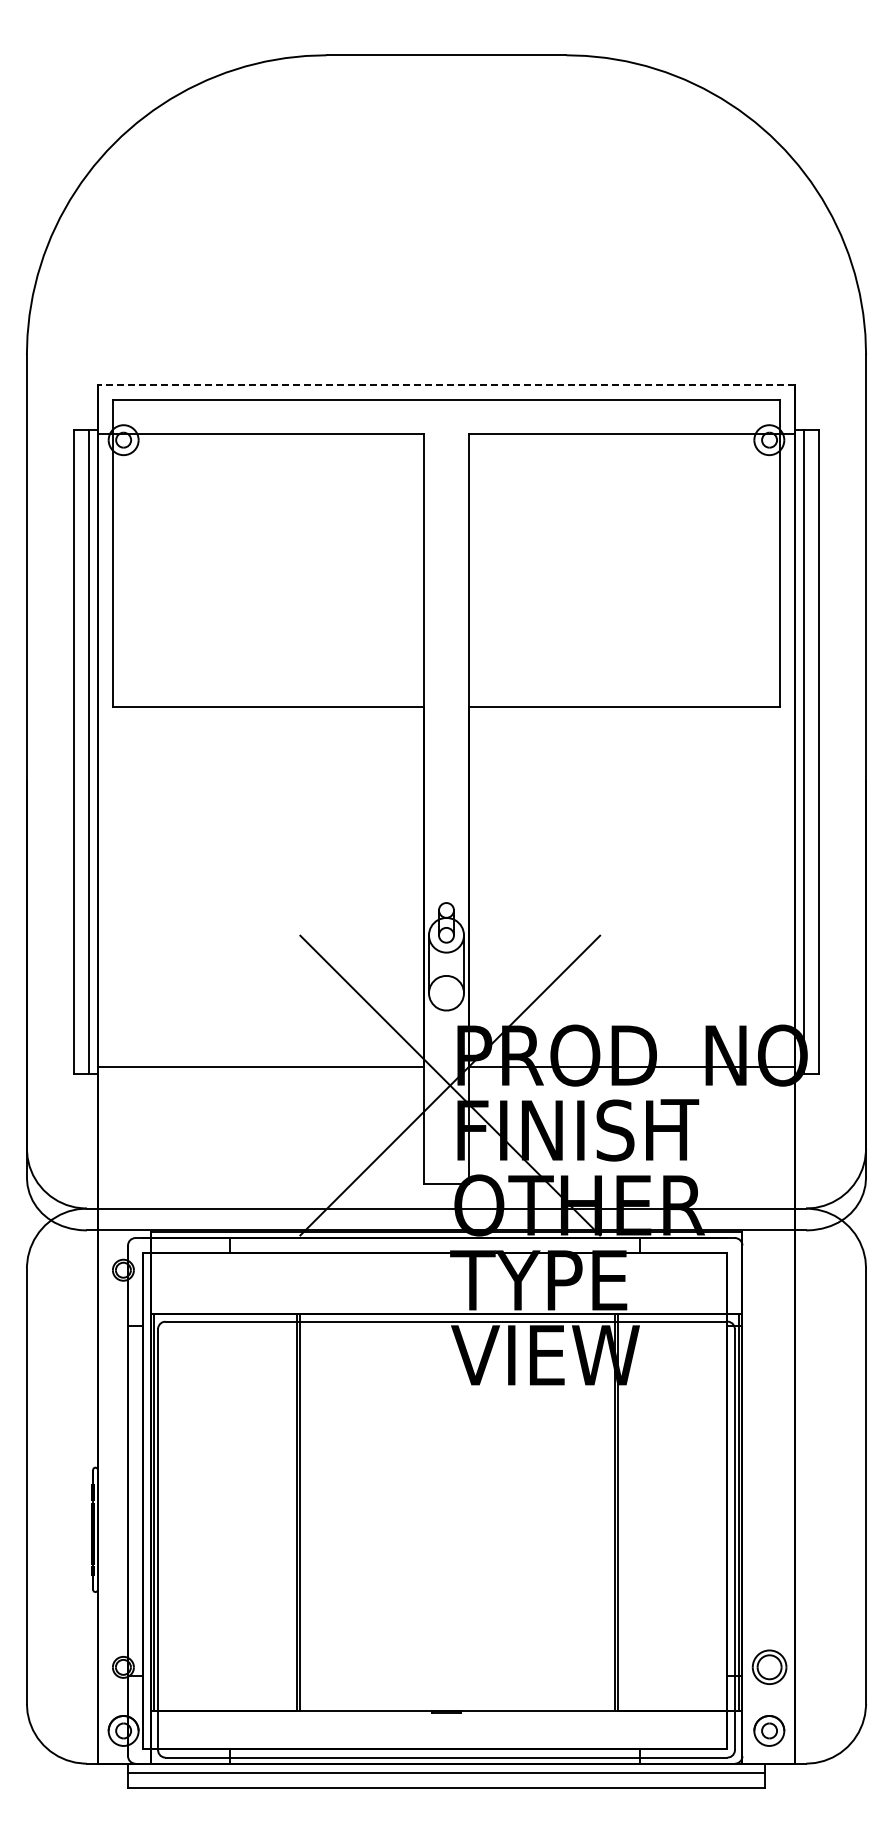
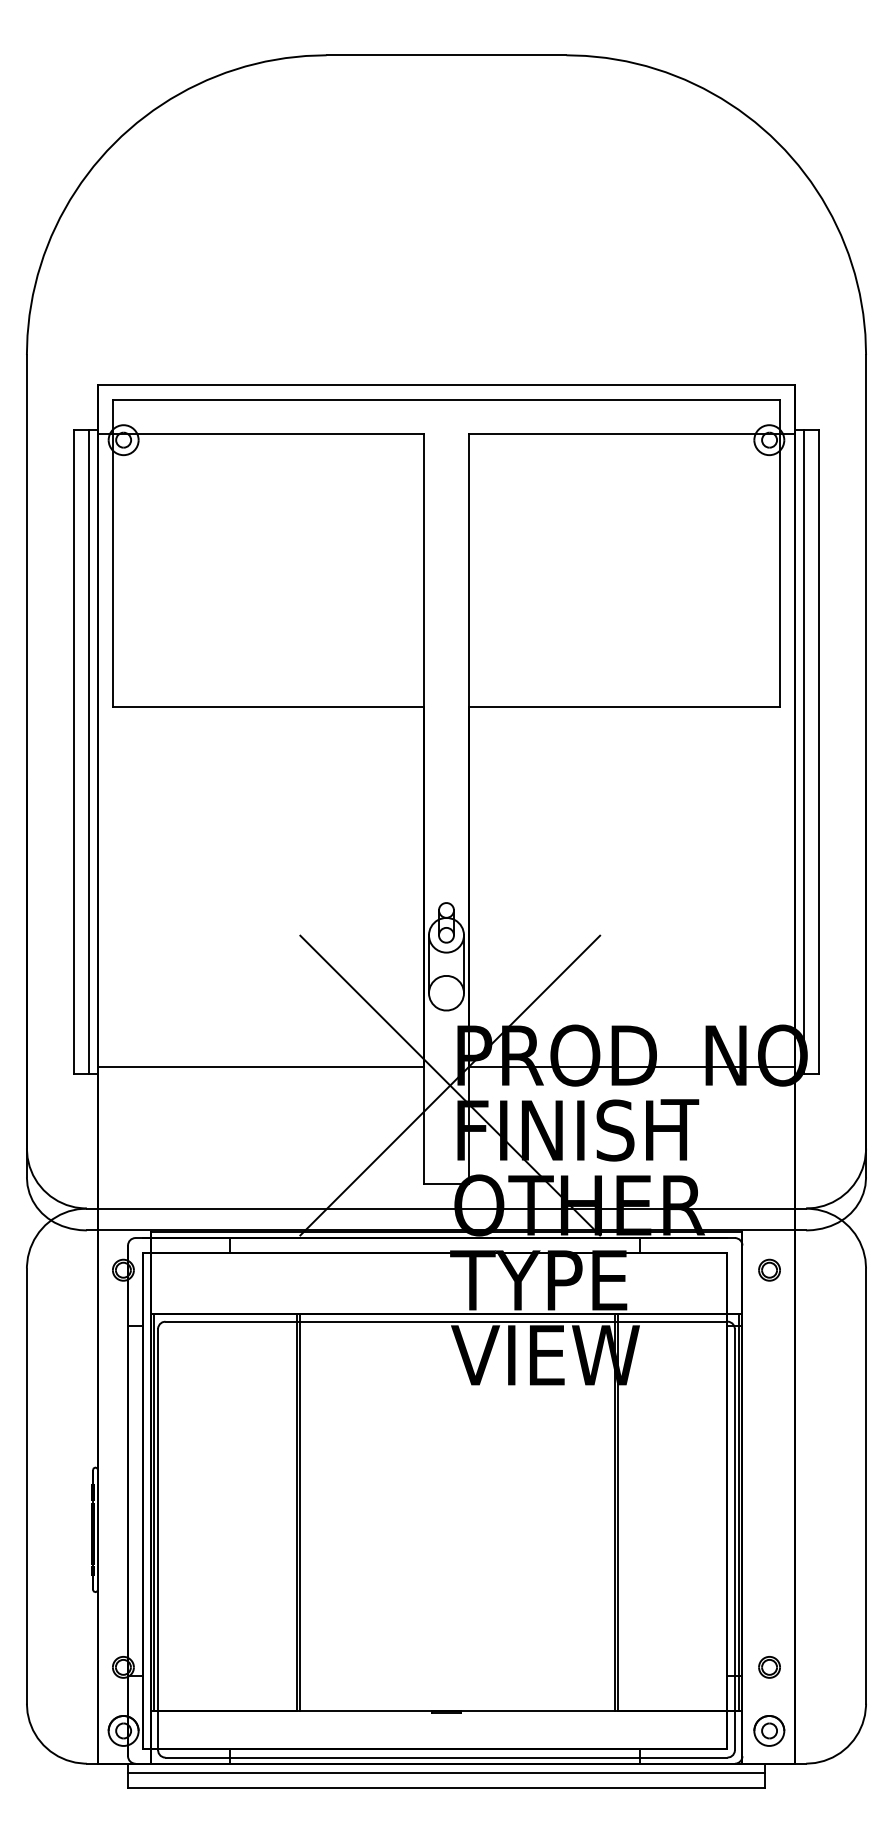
line at (446, 384): dashed -> solid
part at (769, 1269): none -> present
part at (769, 1666) size: 37x36 px -> 23x23 px
